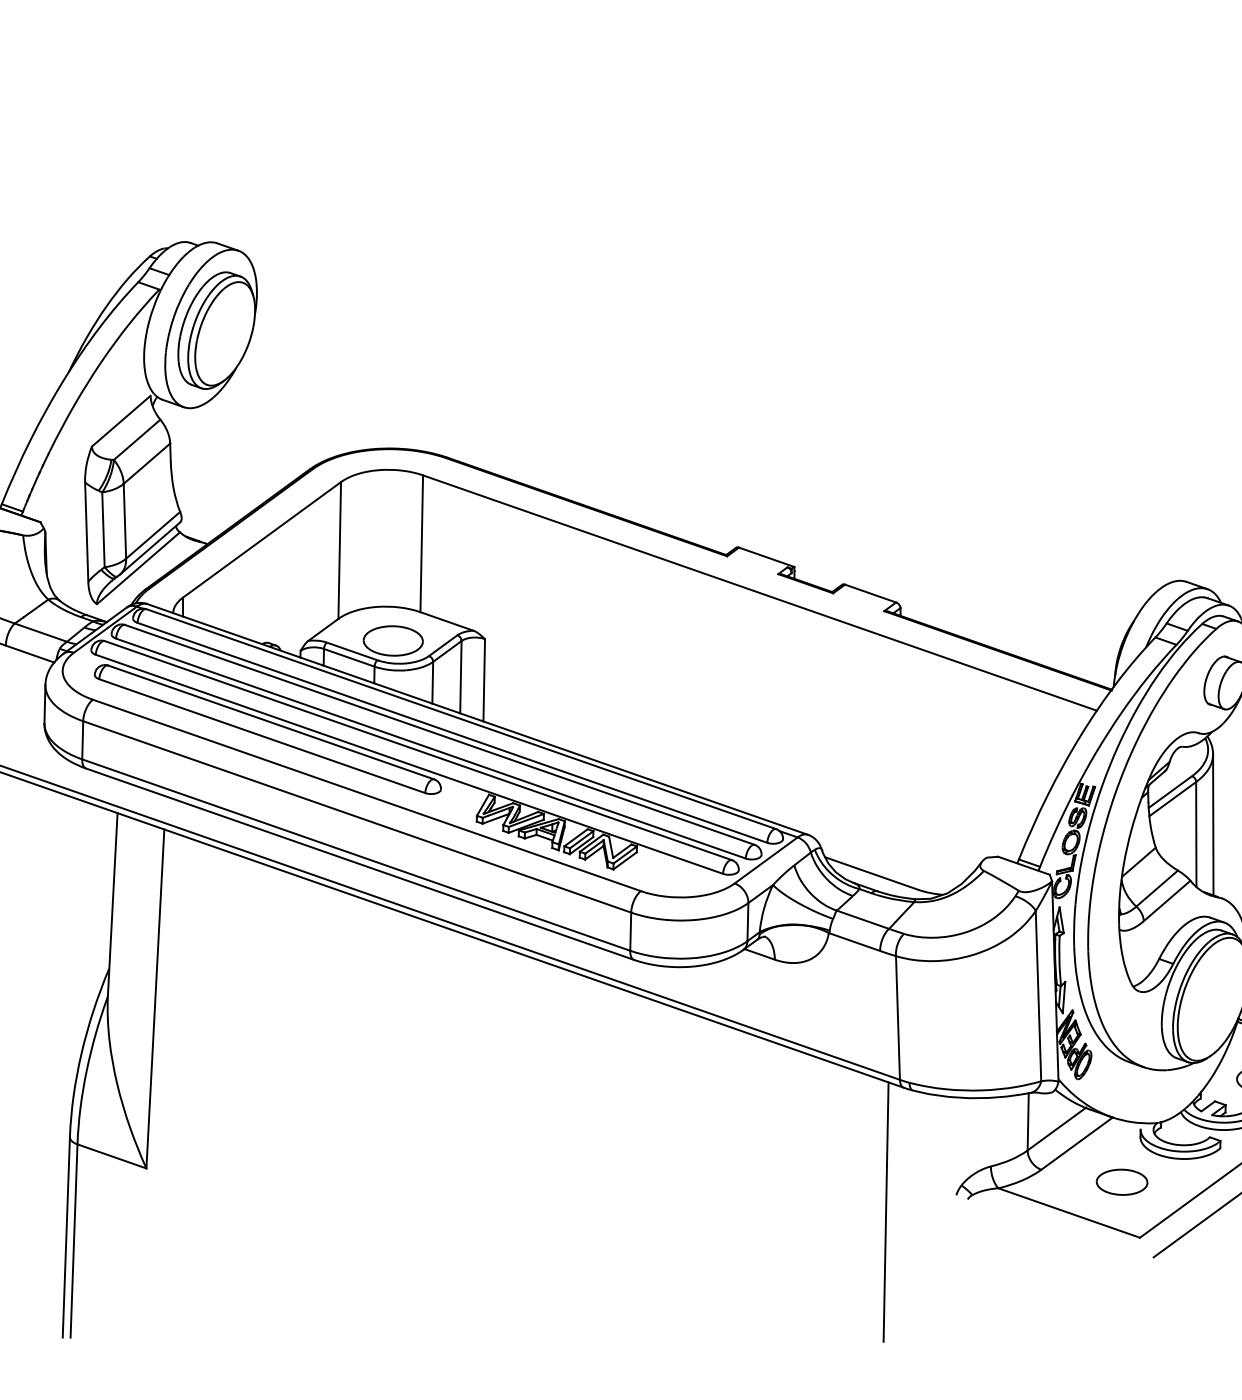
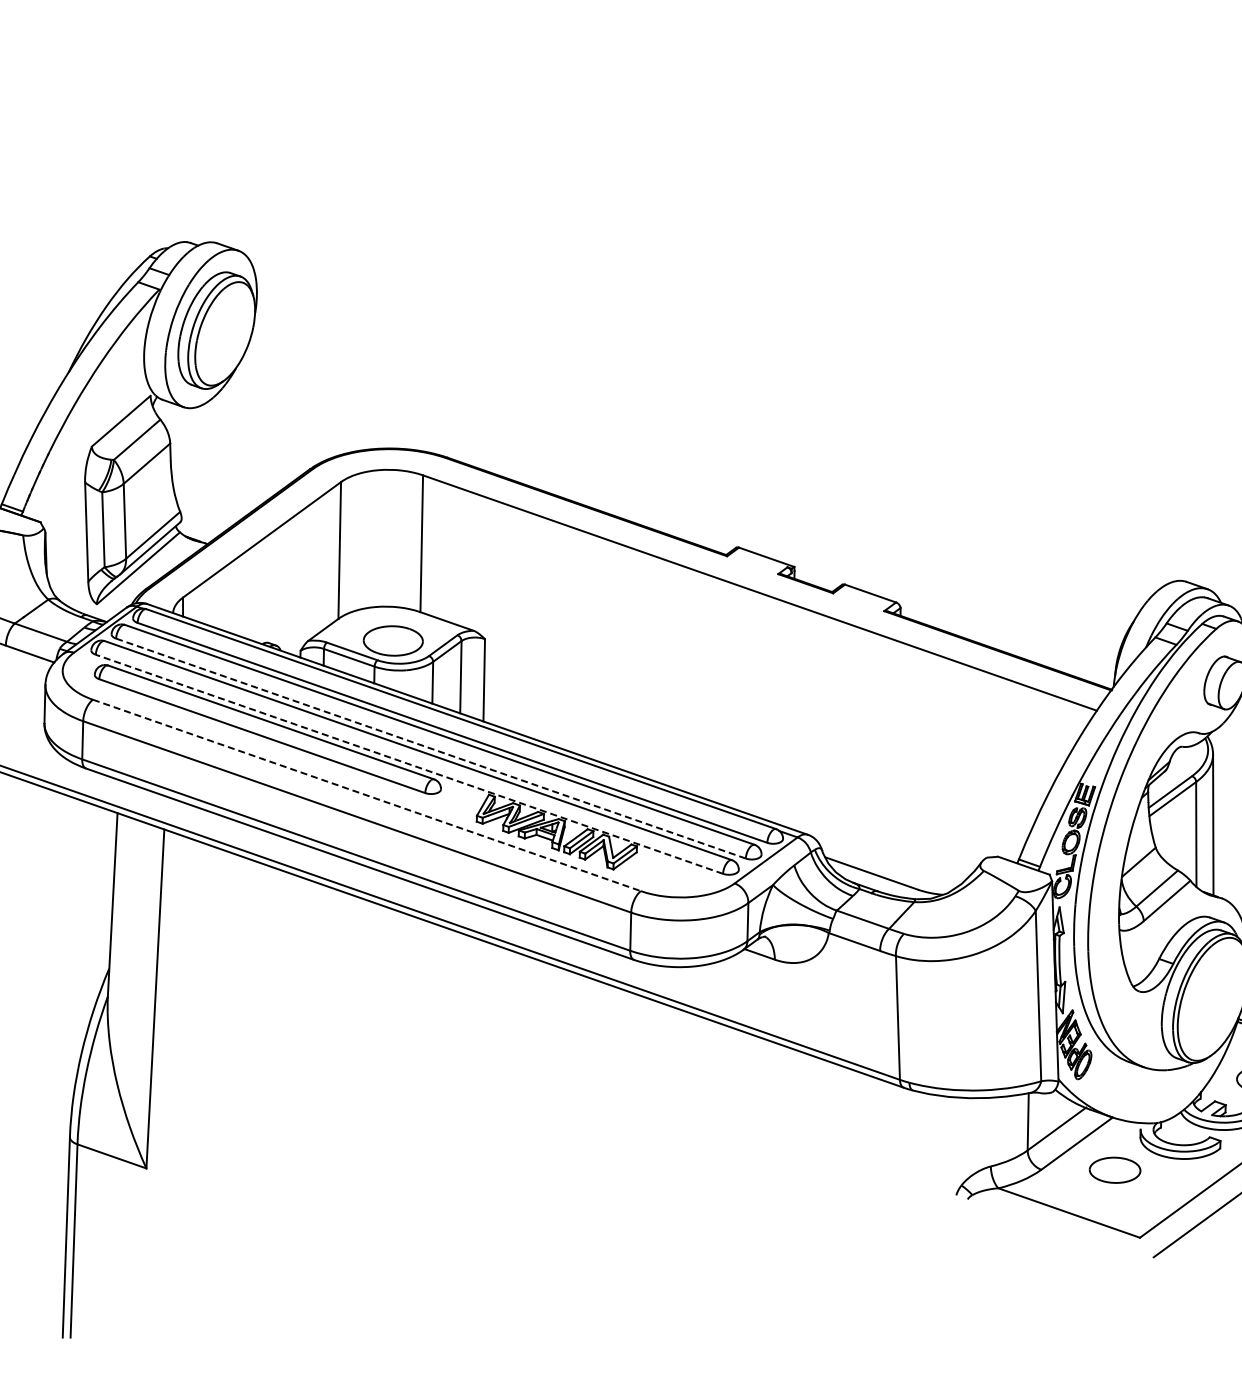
line at (430, 748): solid -> dashed
line at (409, 764): solid -> dashed
line at (367, 795): solid -> dashed
part at (1121, 1181) position: (1121, 1181) -> (1114, 1169)
line at (885, 1211): present -> none
